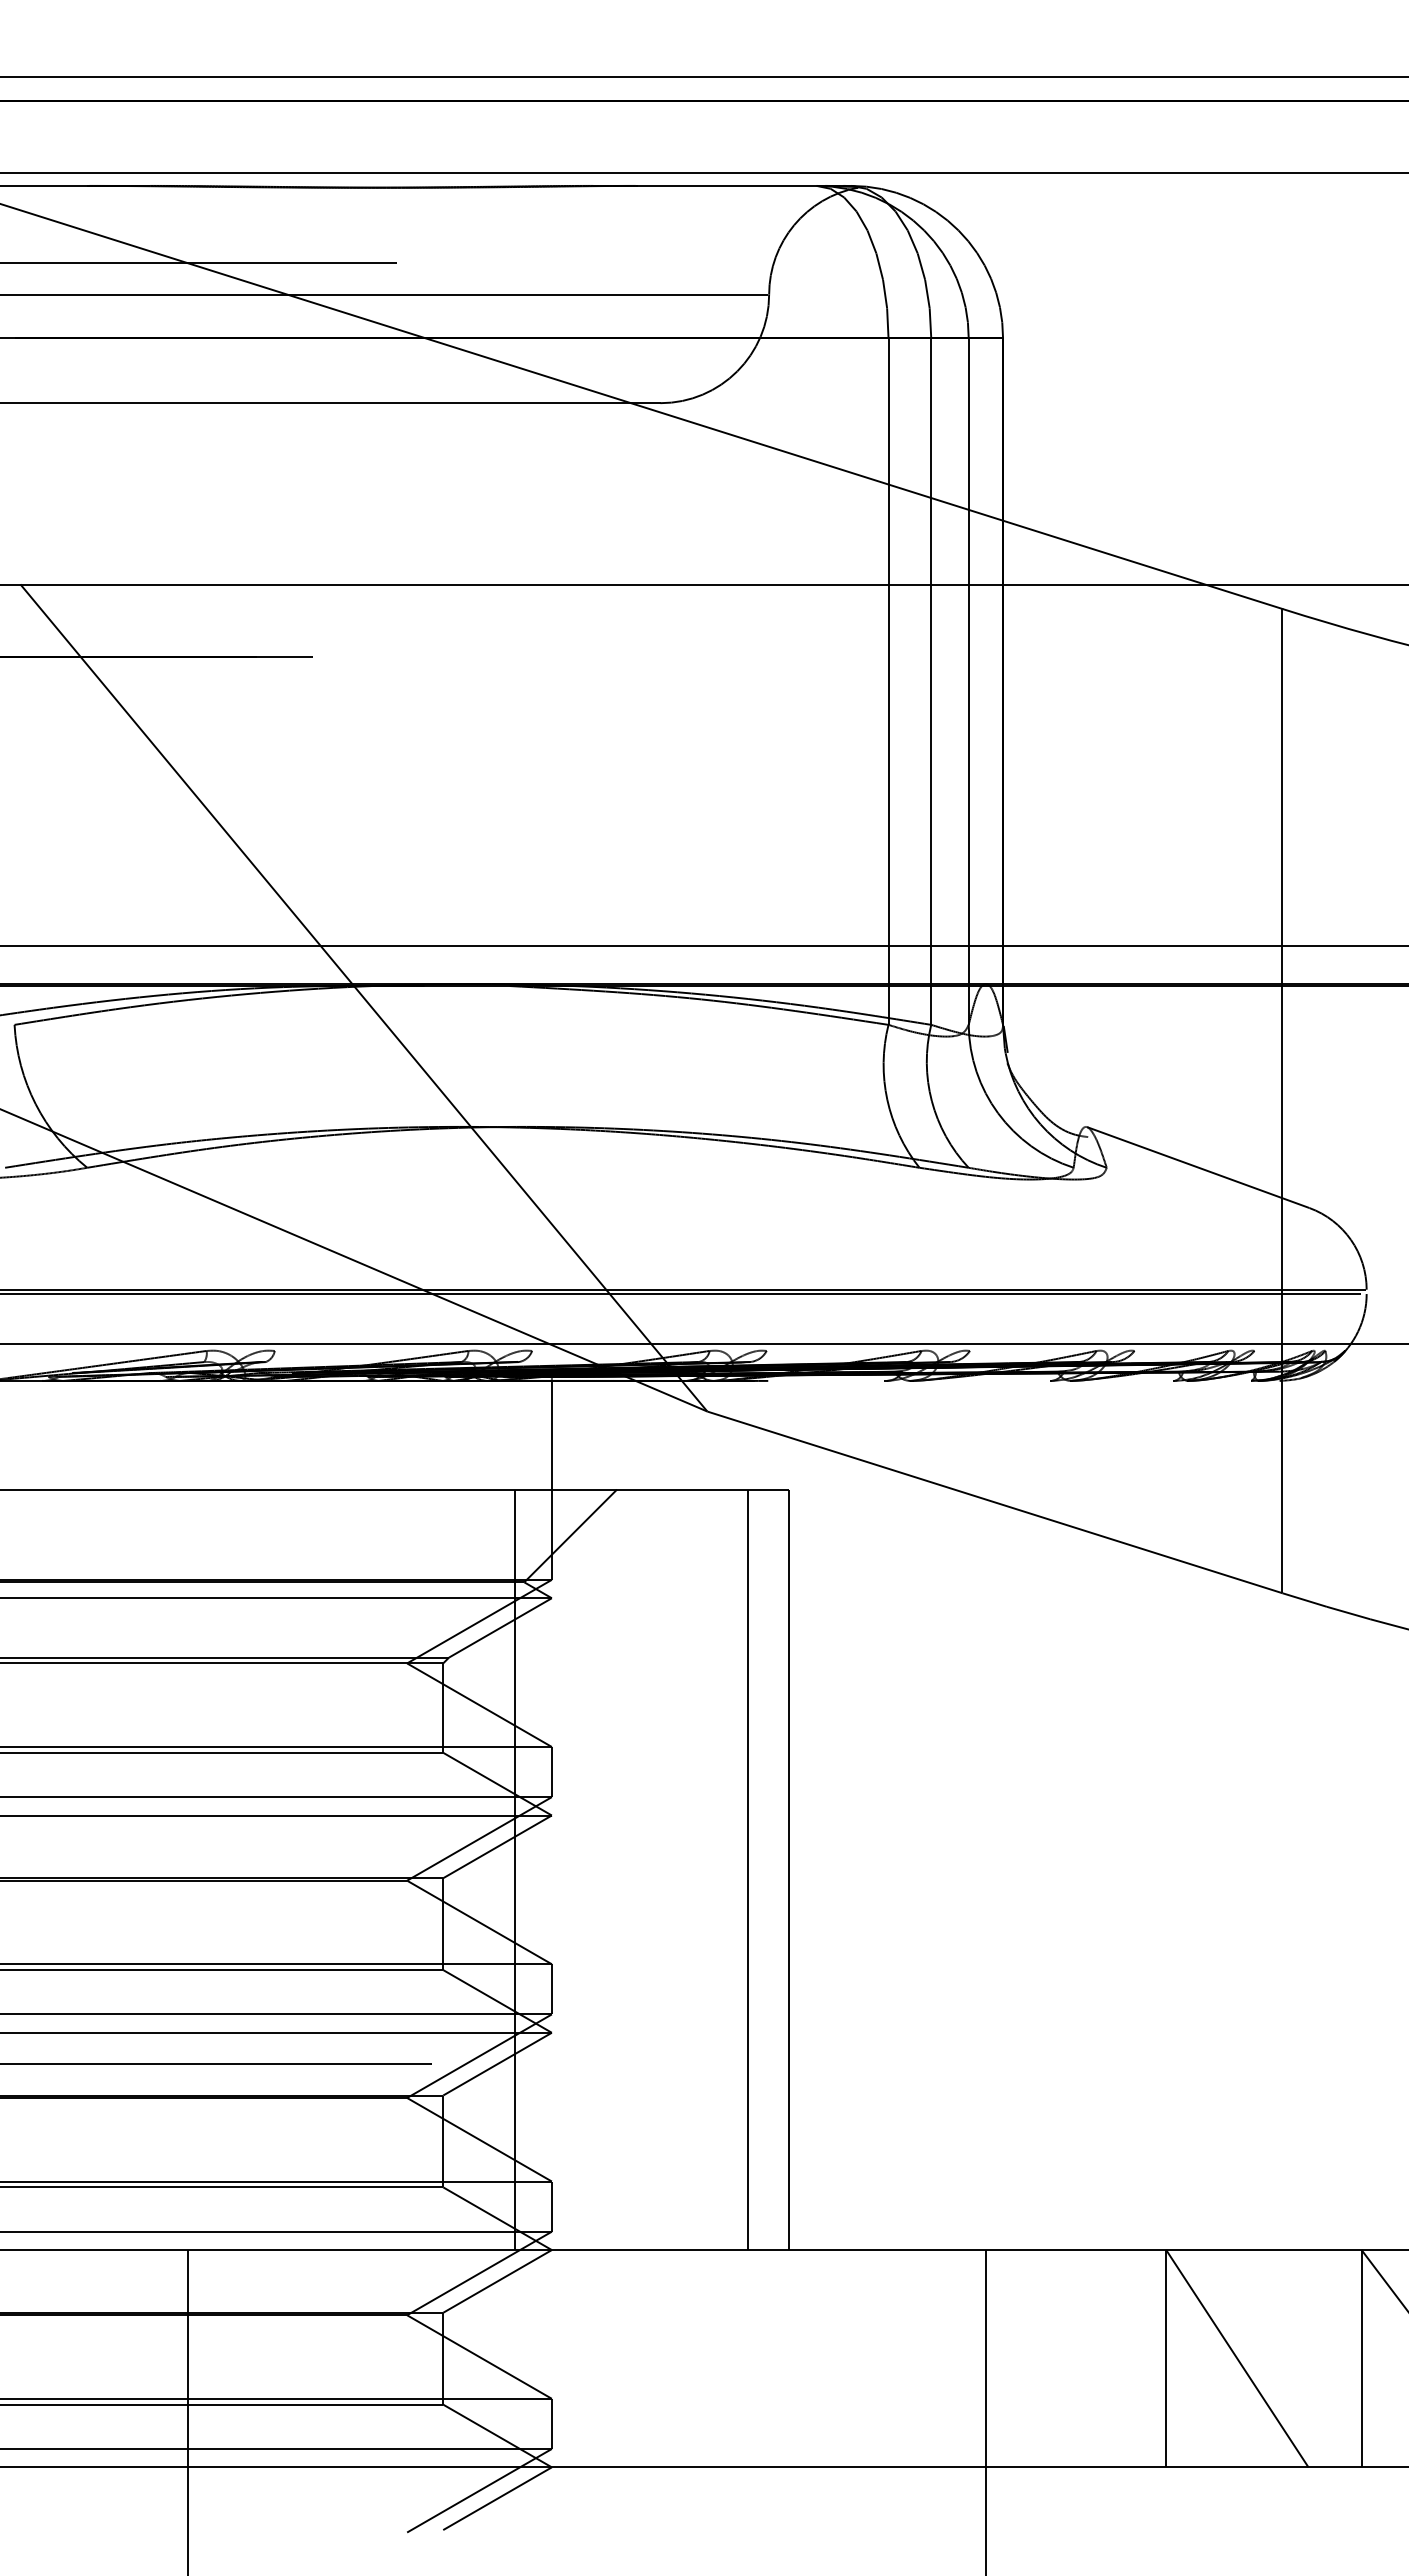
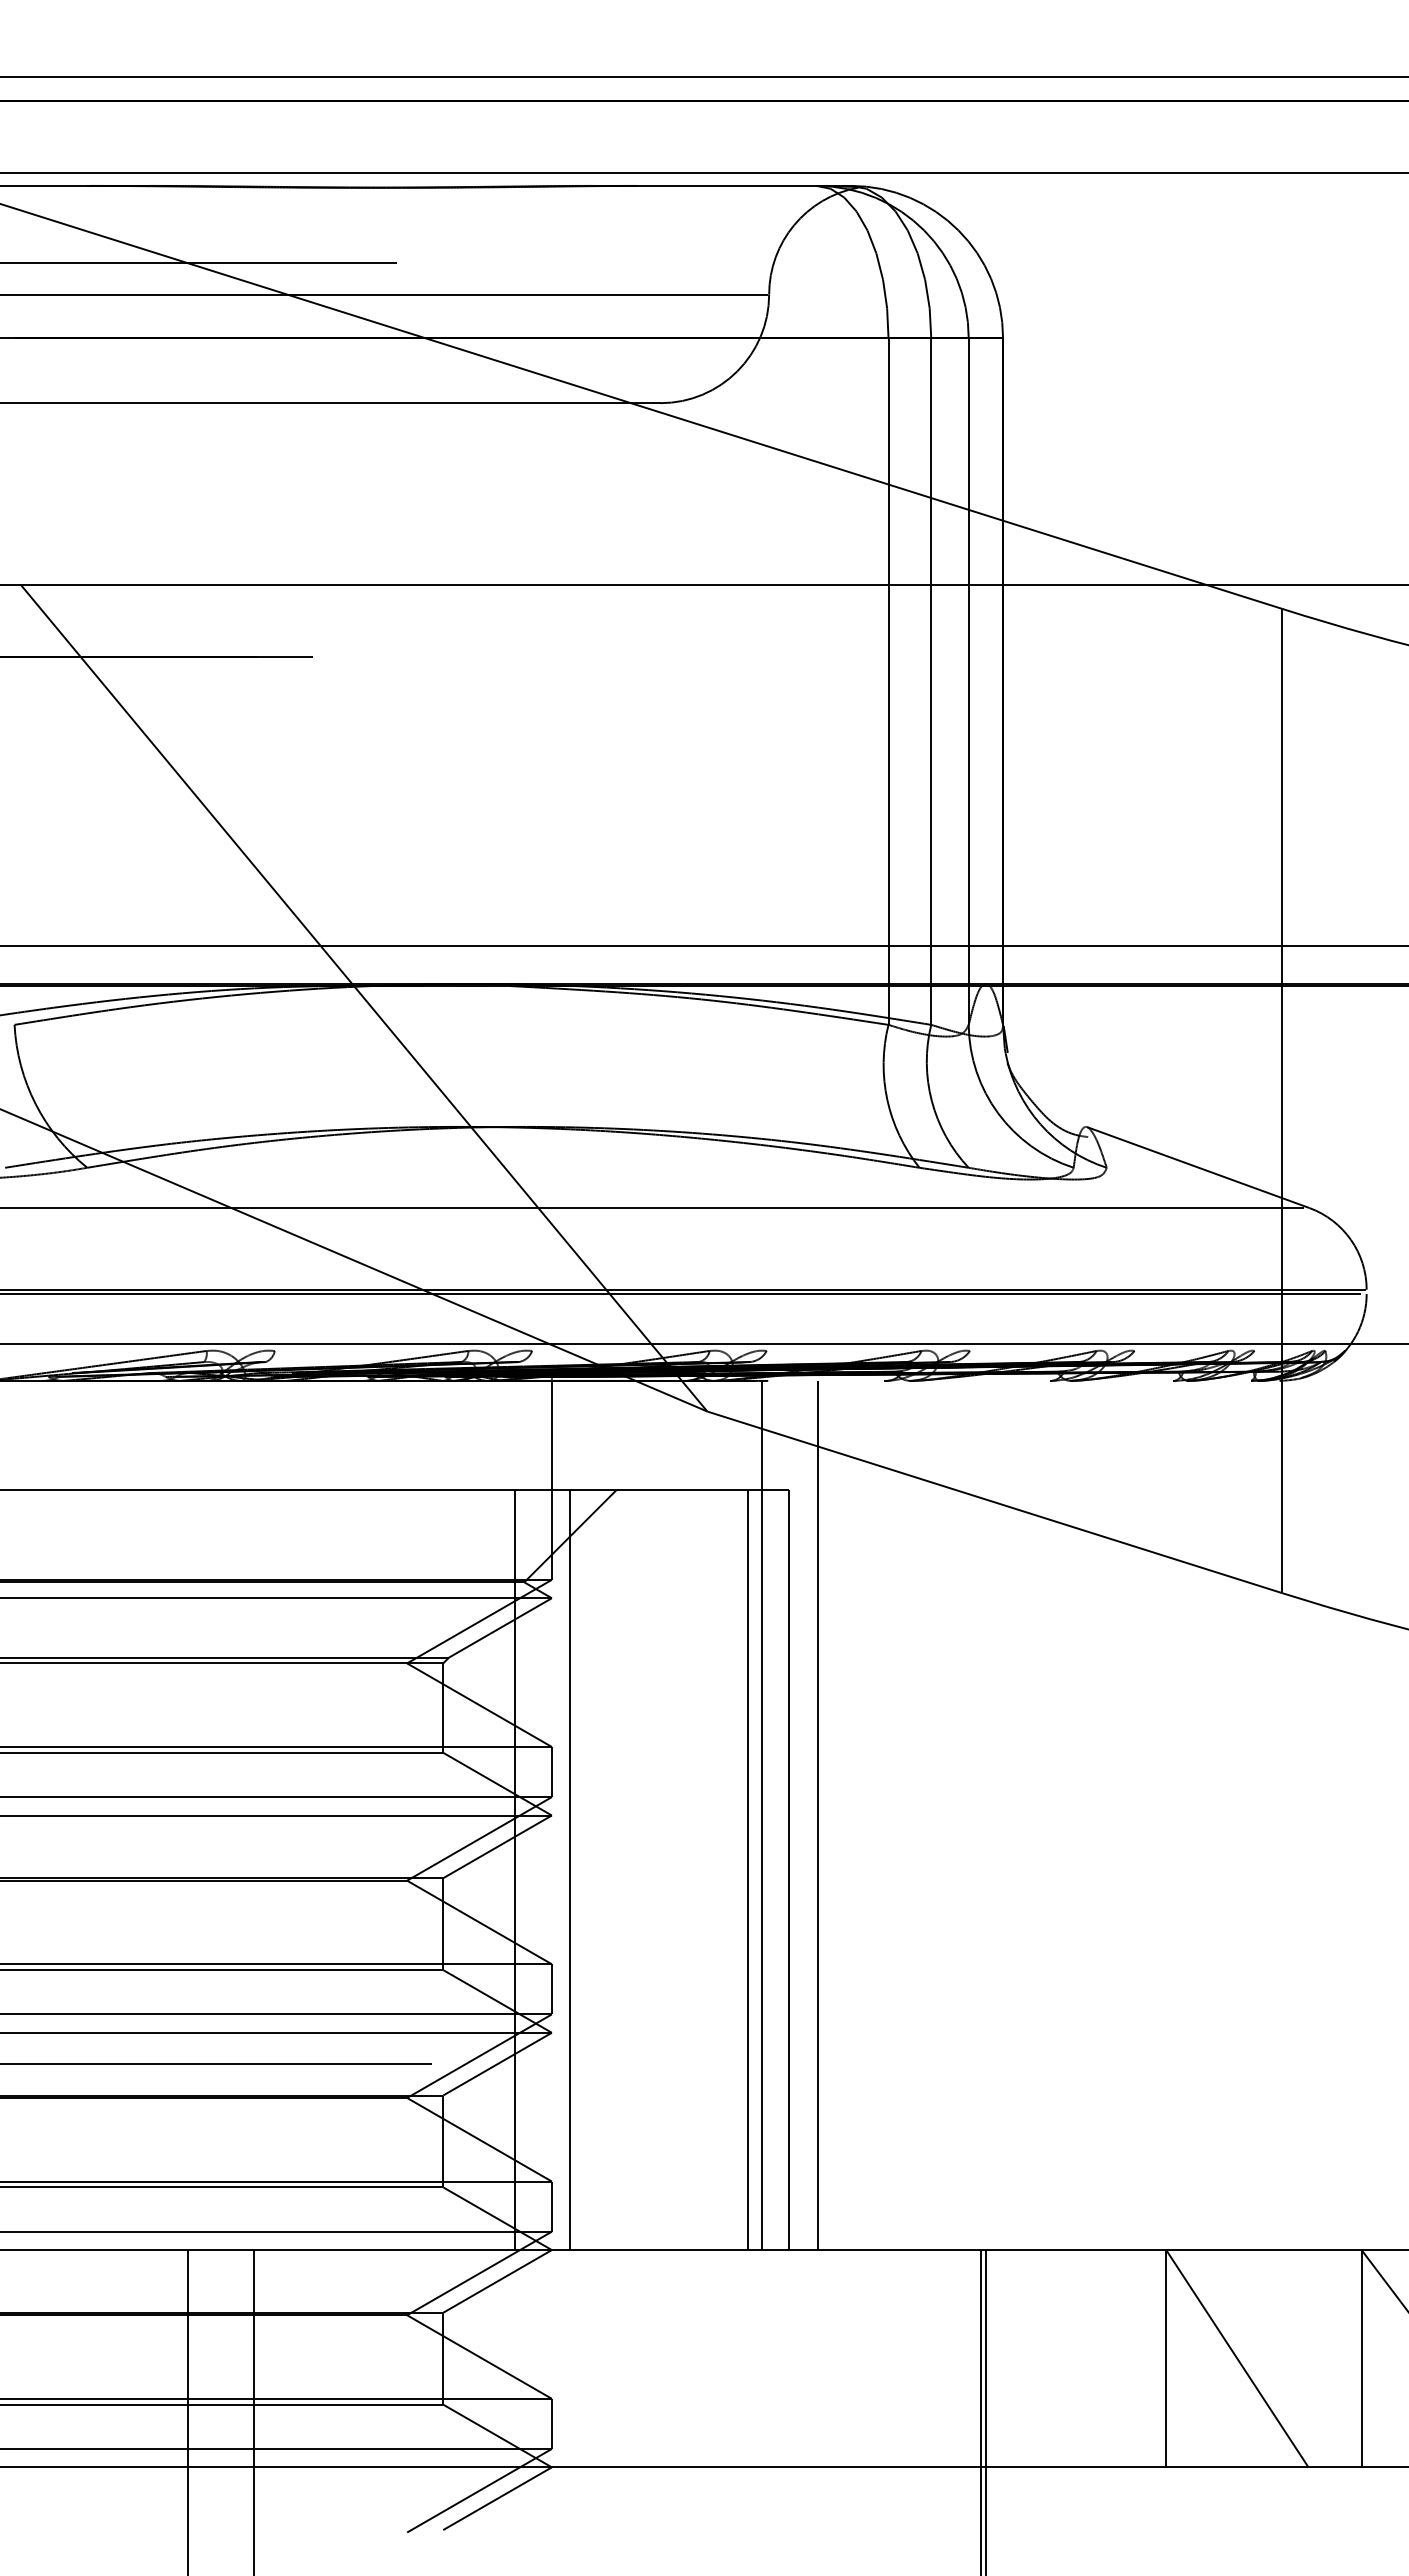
line at (652, 1208): none -> present
line at (762, 1815): none -> present
line at (818, 1815): none -> present
line at (570, 1869): none -> present
line at (254, 2411): none -> present
line at (981, 2411): none -> present
